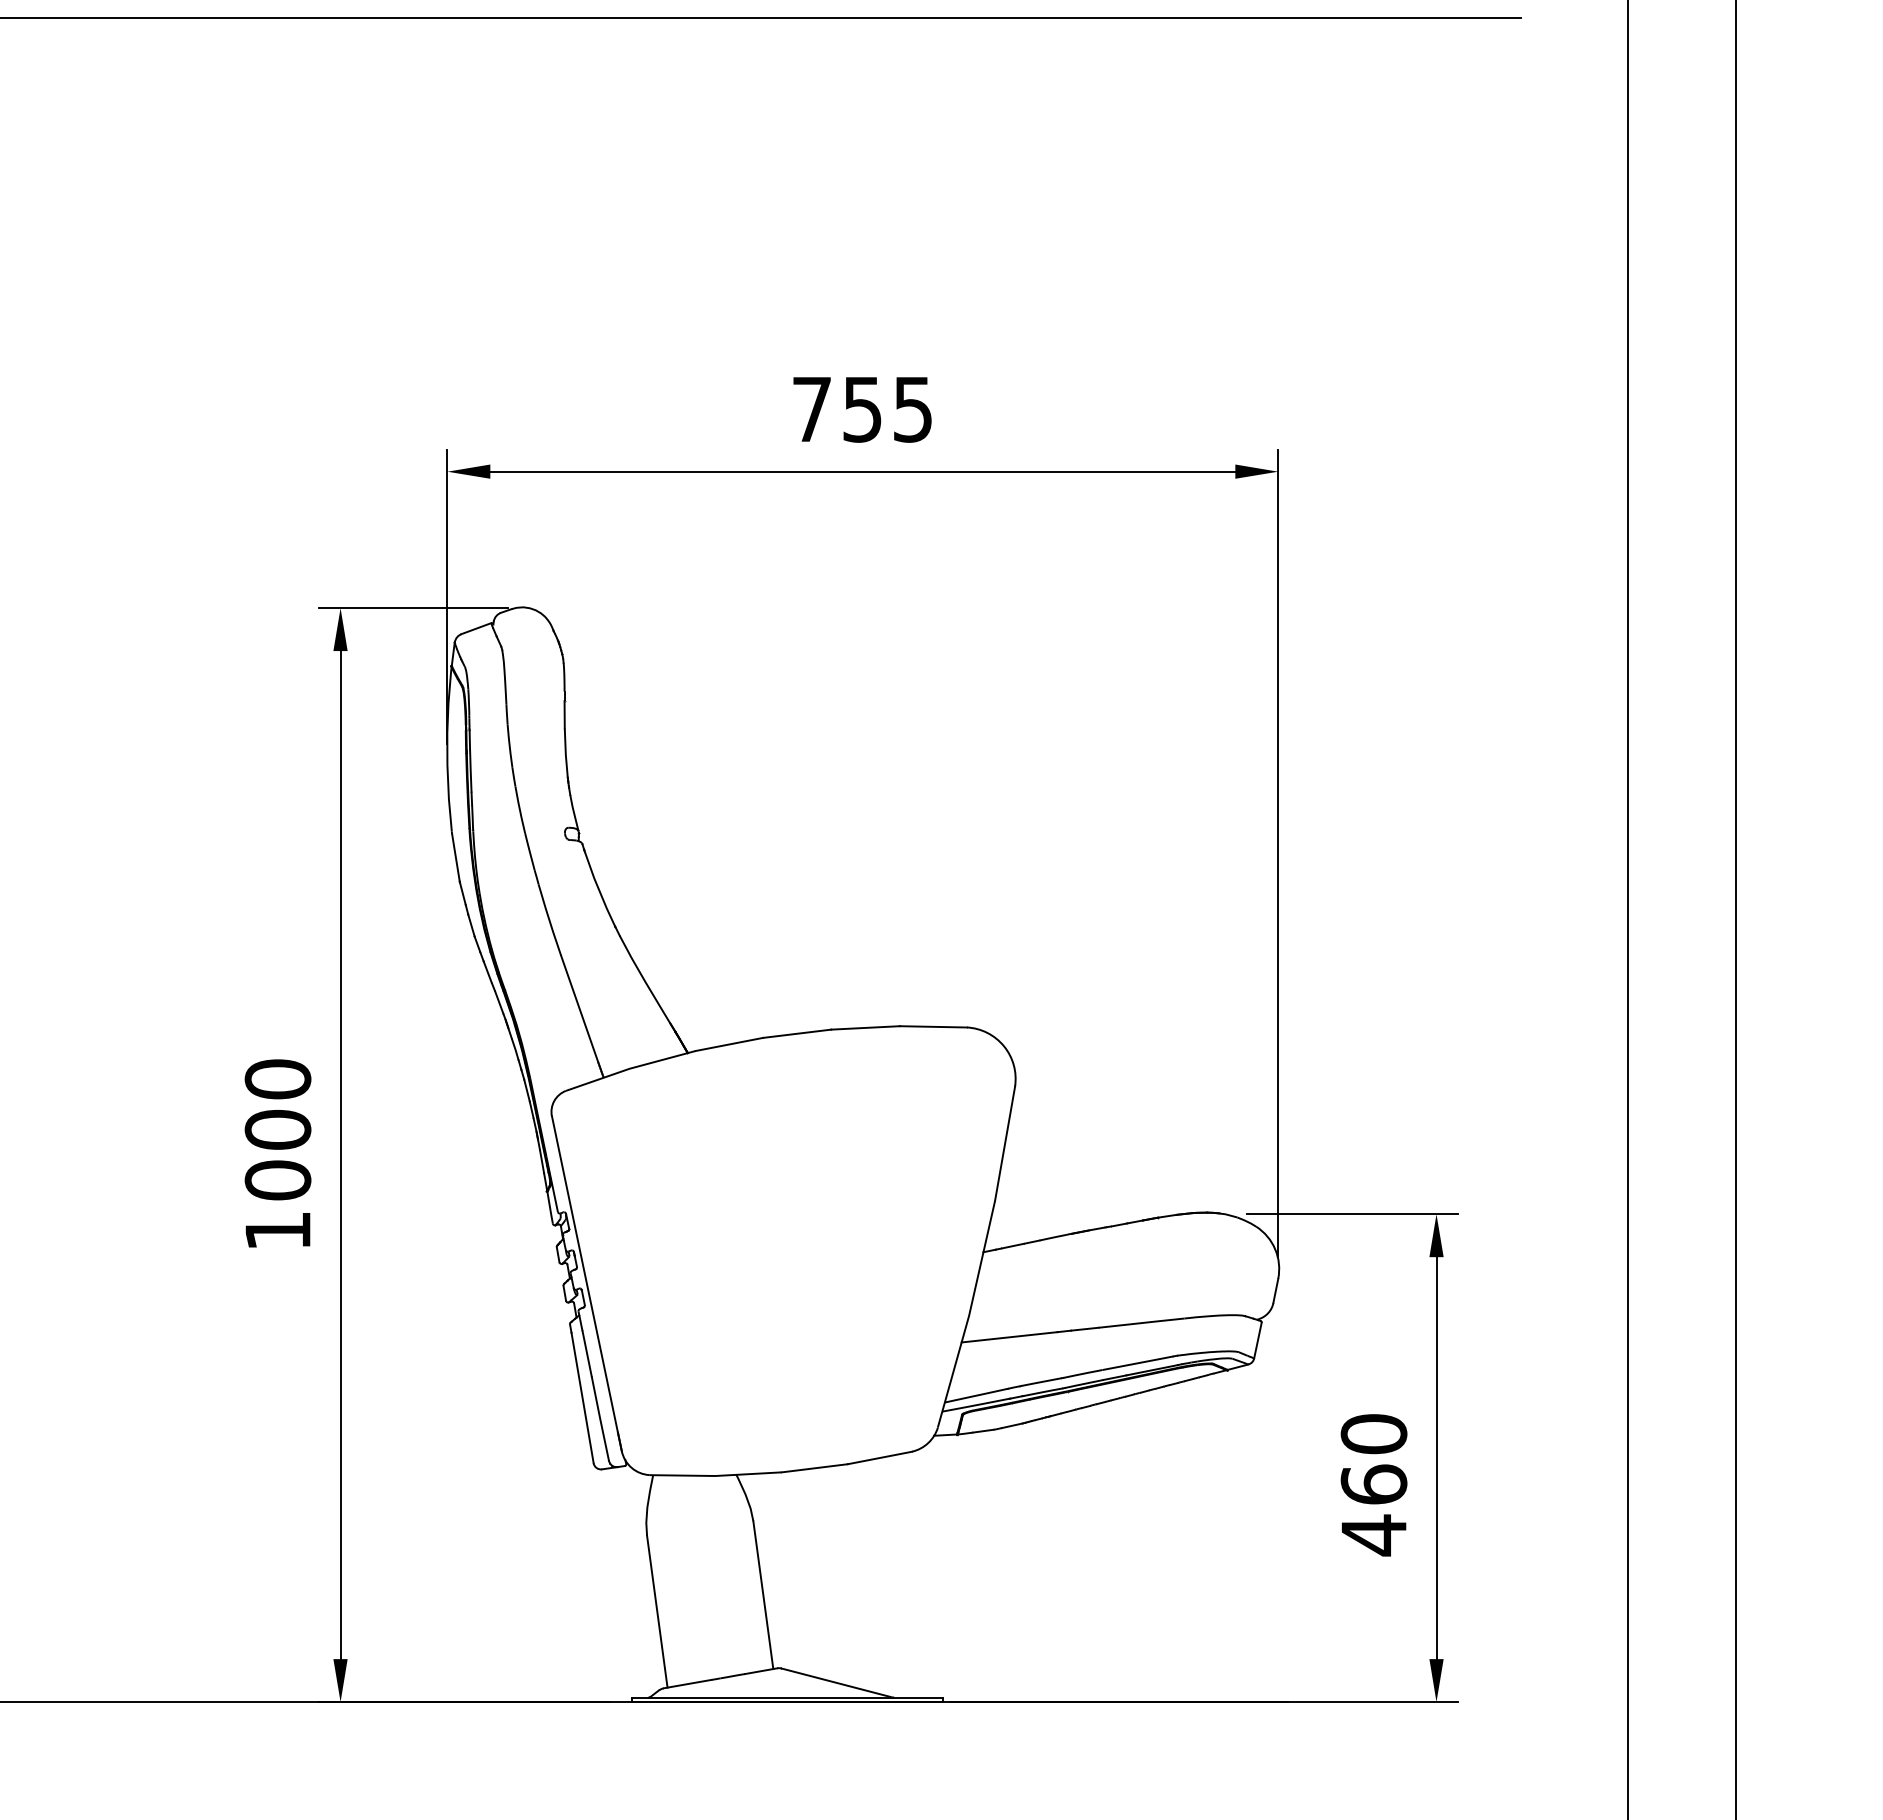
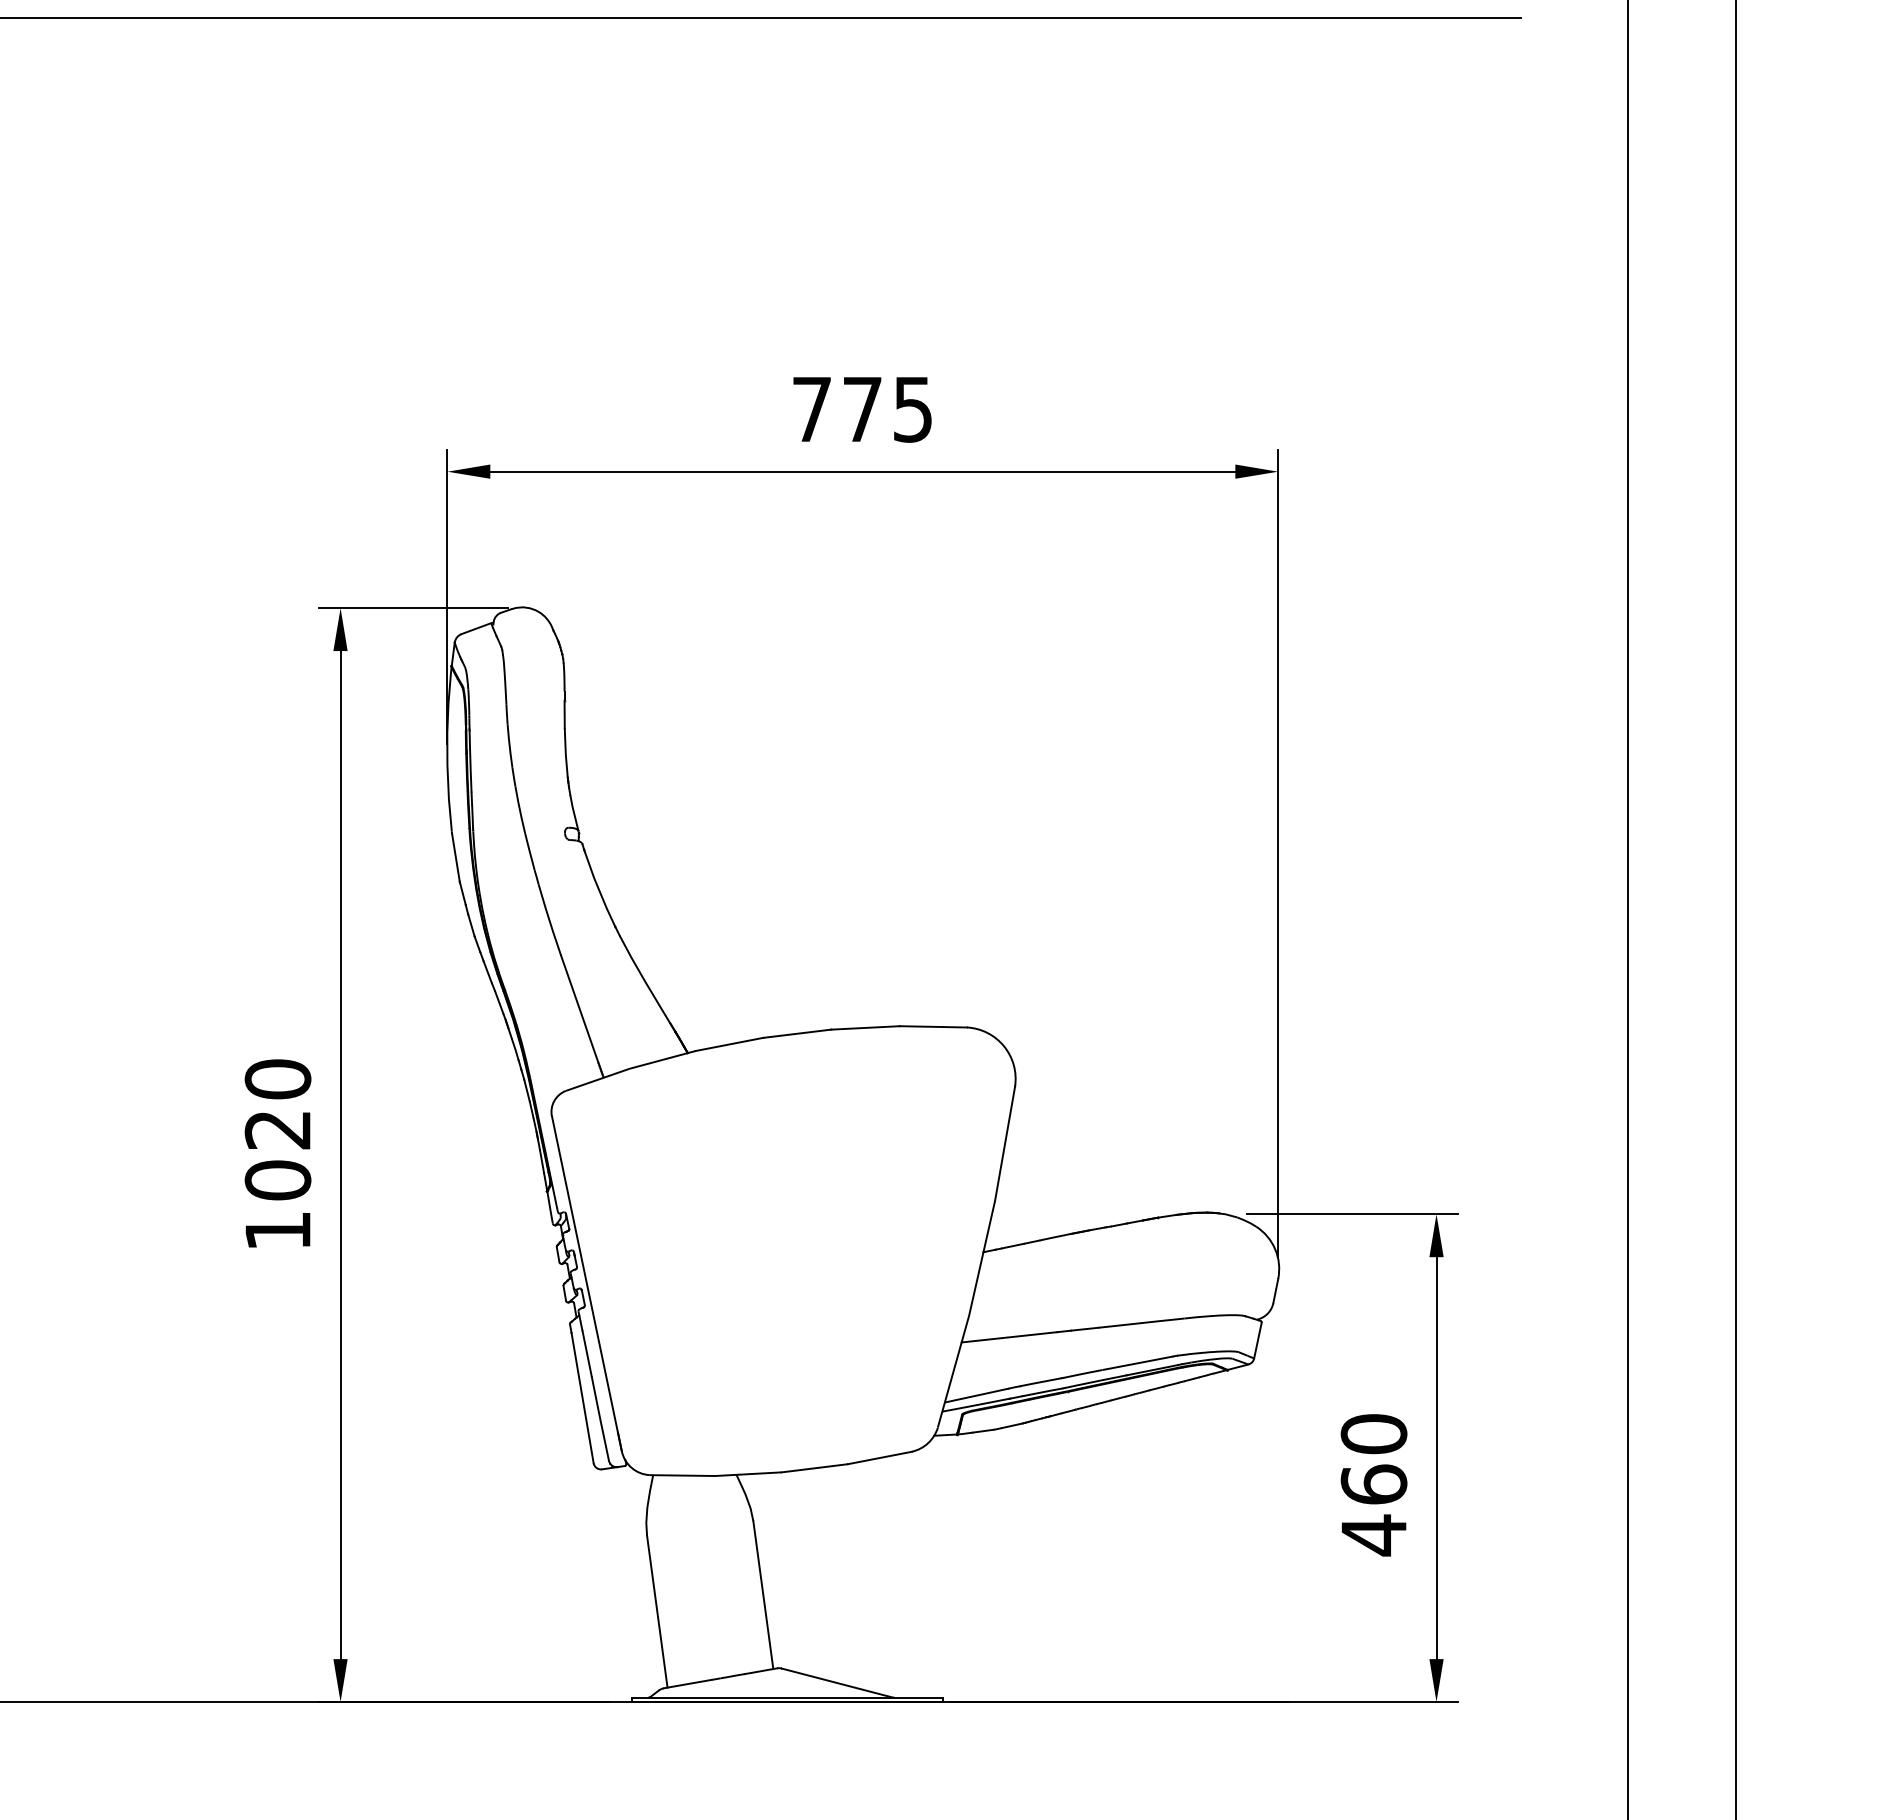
text at (862, 409): 755 -> 775
text at (277, 1129): 1000 -> 1020
